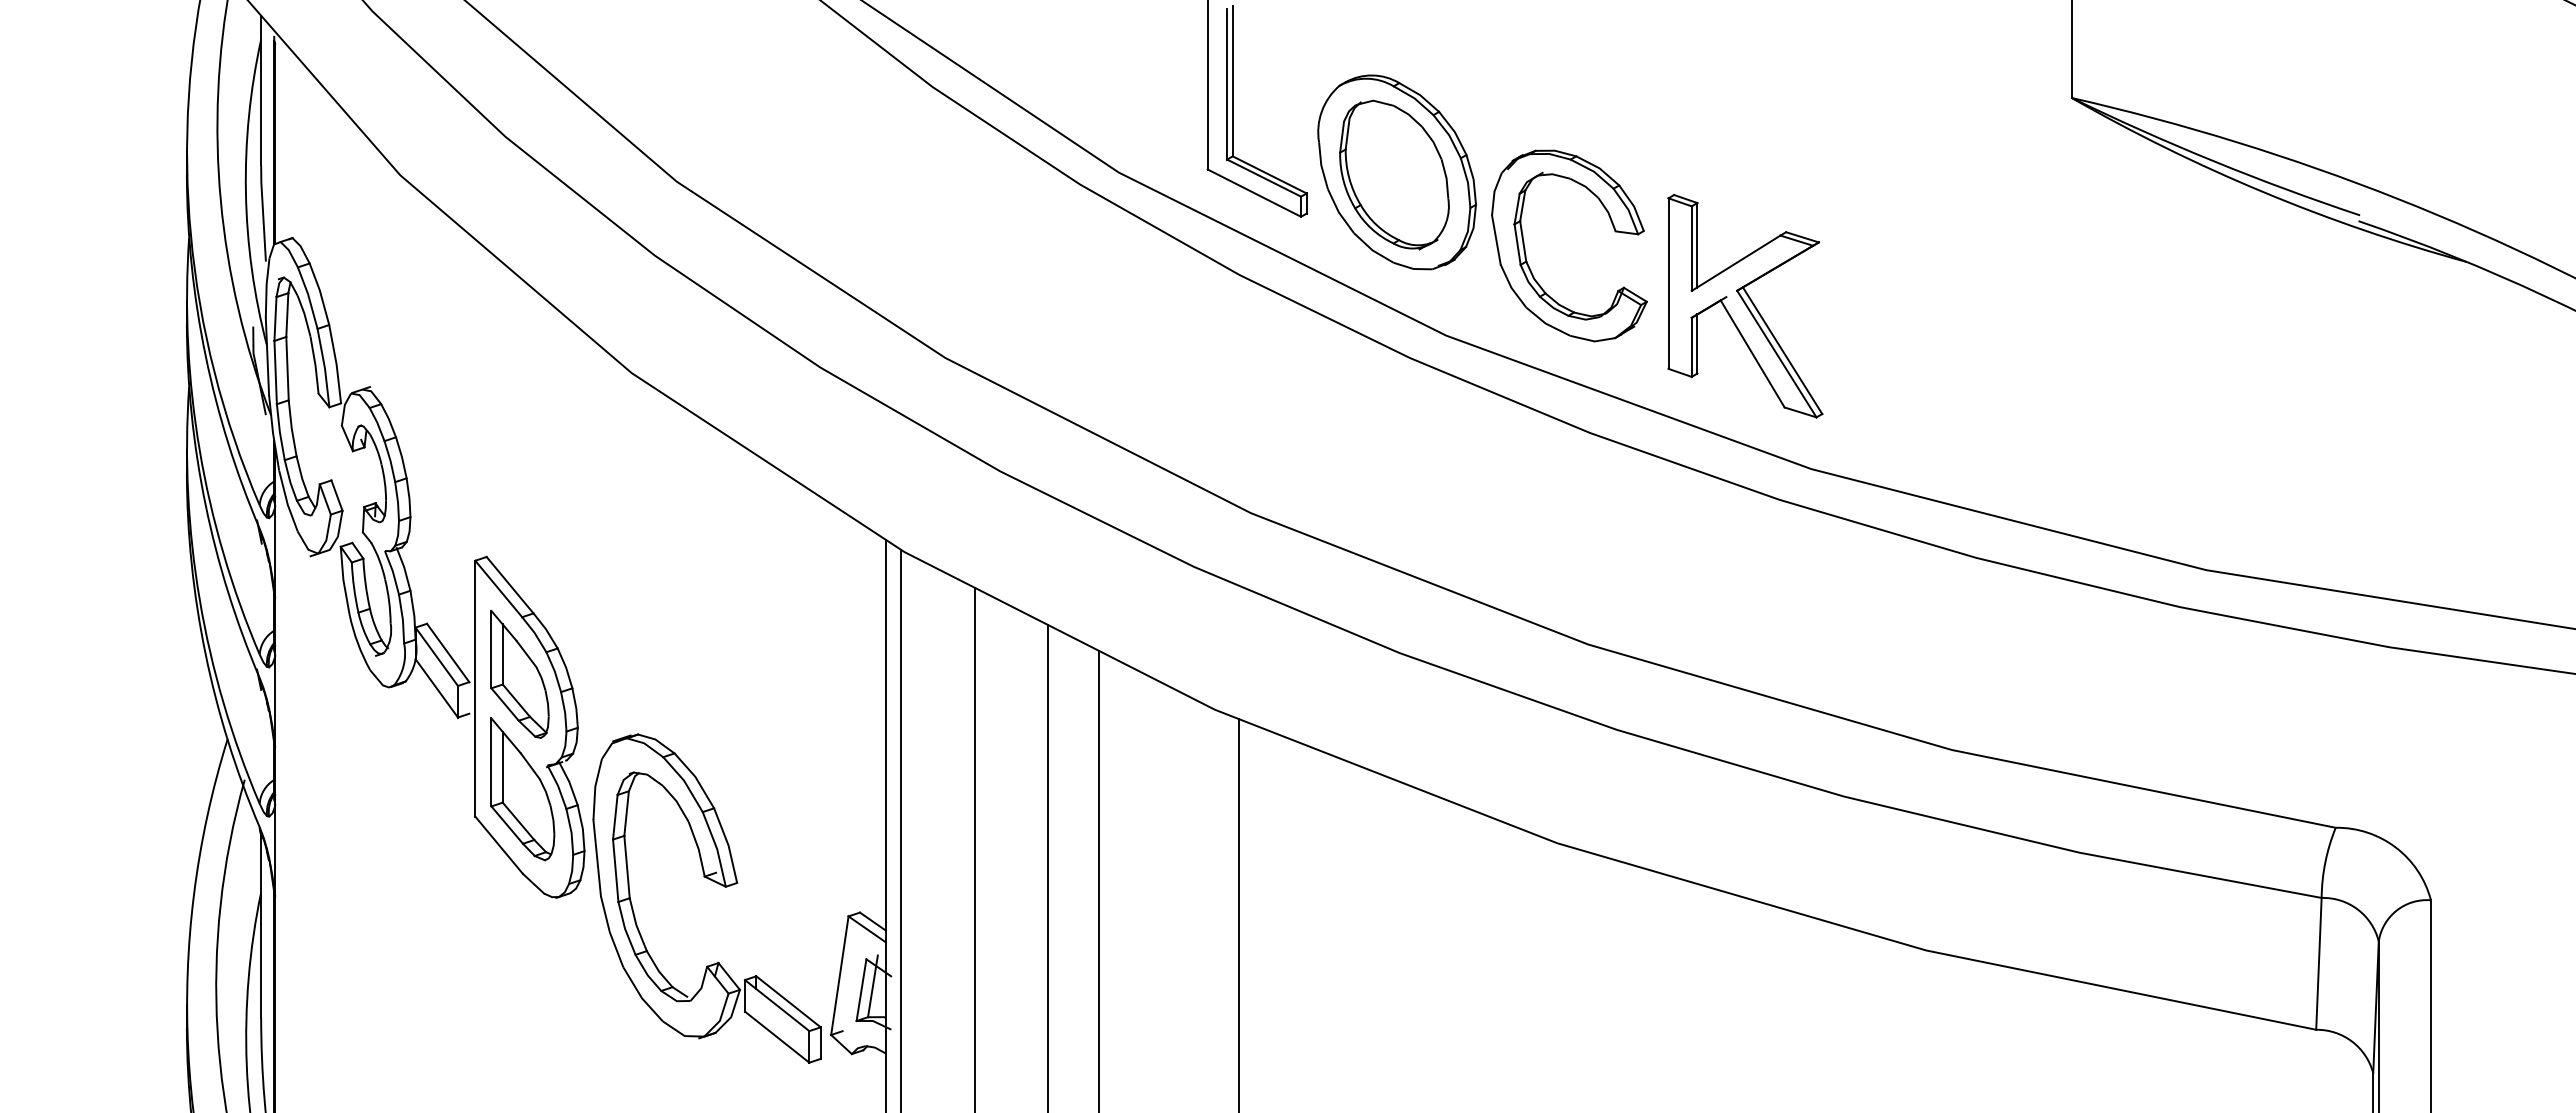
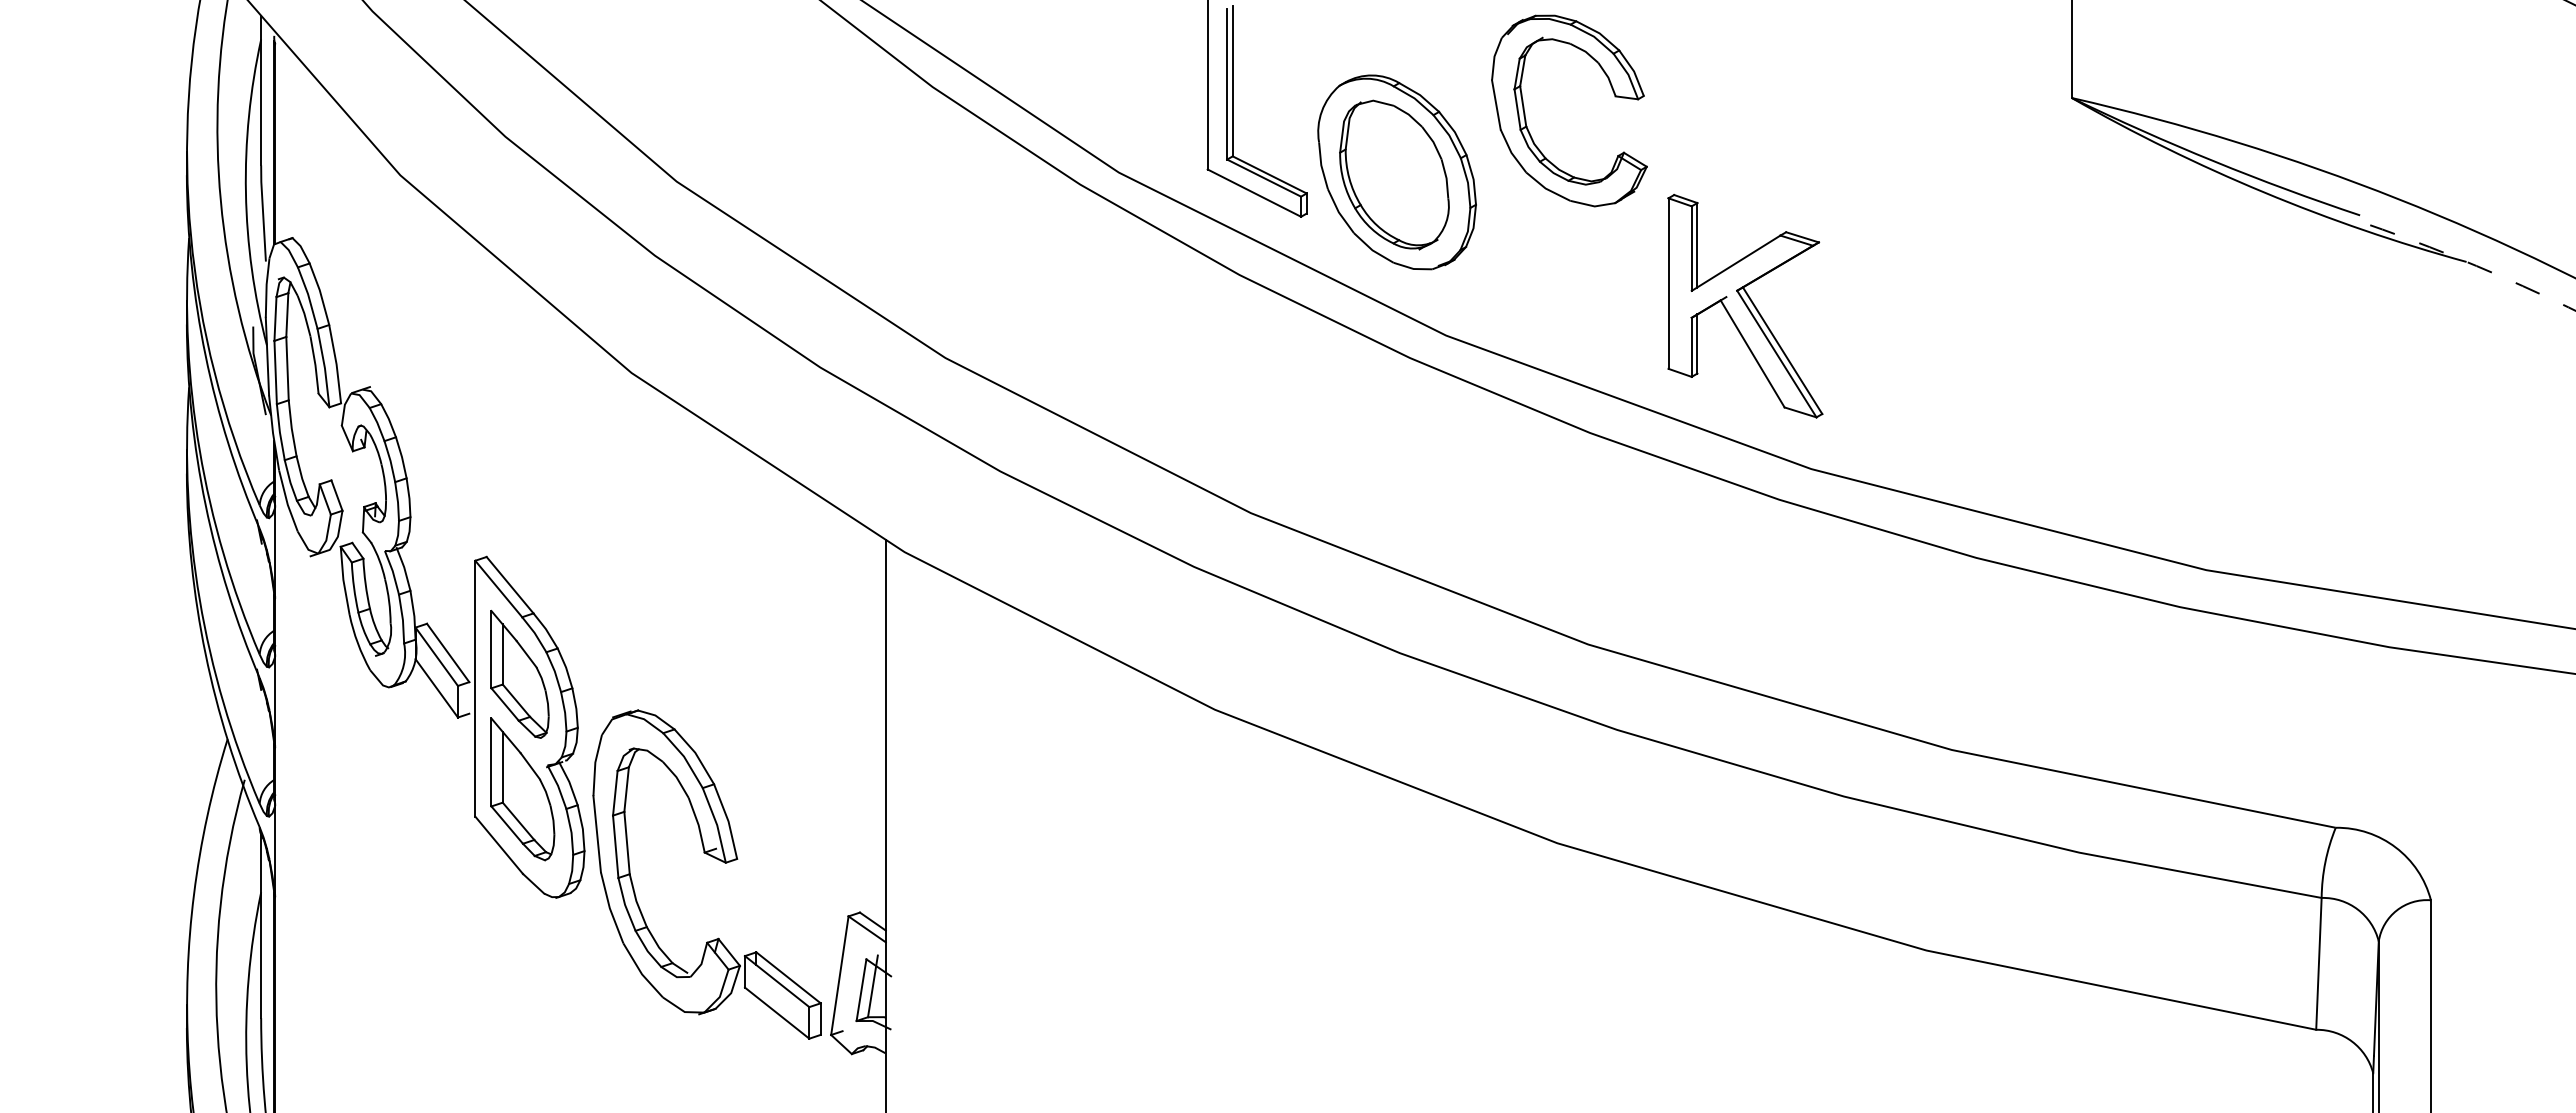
part at (1526, 254) position: (1526, 254) -> (1526, 119)
arc at (2467, 262): solid -> dashed
line at (901, 829): present -> none
line at (975, 848): present -> none
line at (1047, 866): present -> none
line at (1098, 879): present -> none
part at (714, 882) position: (714, 882) -> (714, 858)
line at (1238, 914): present -> none
